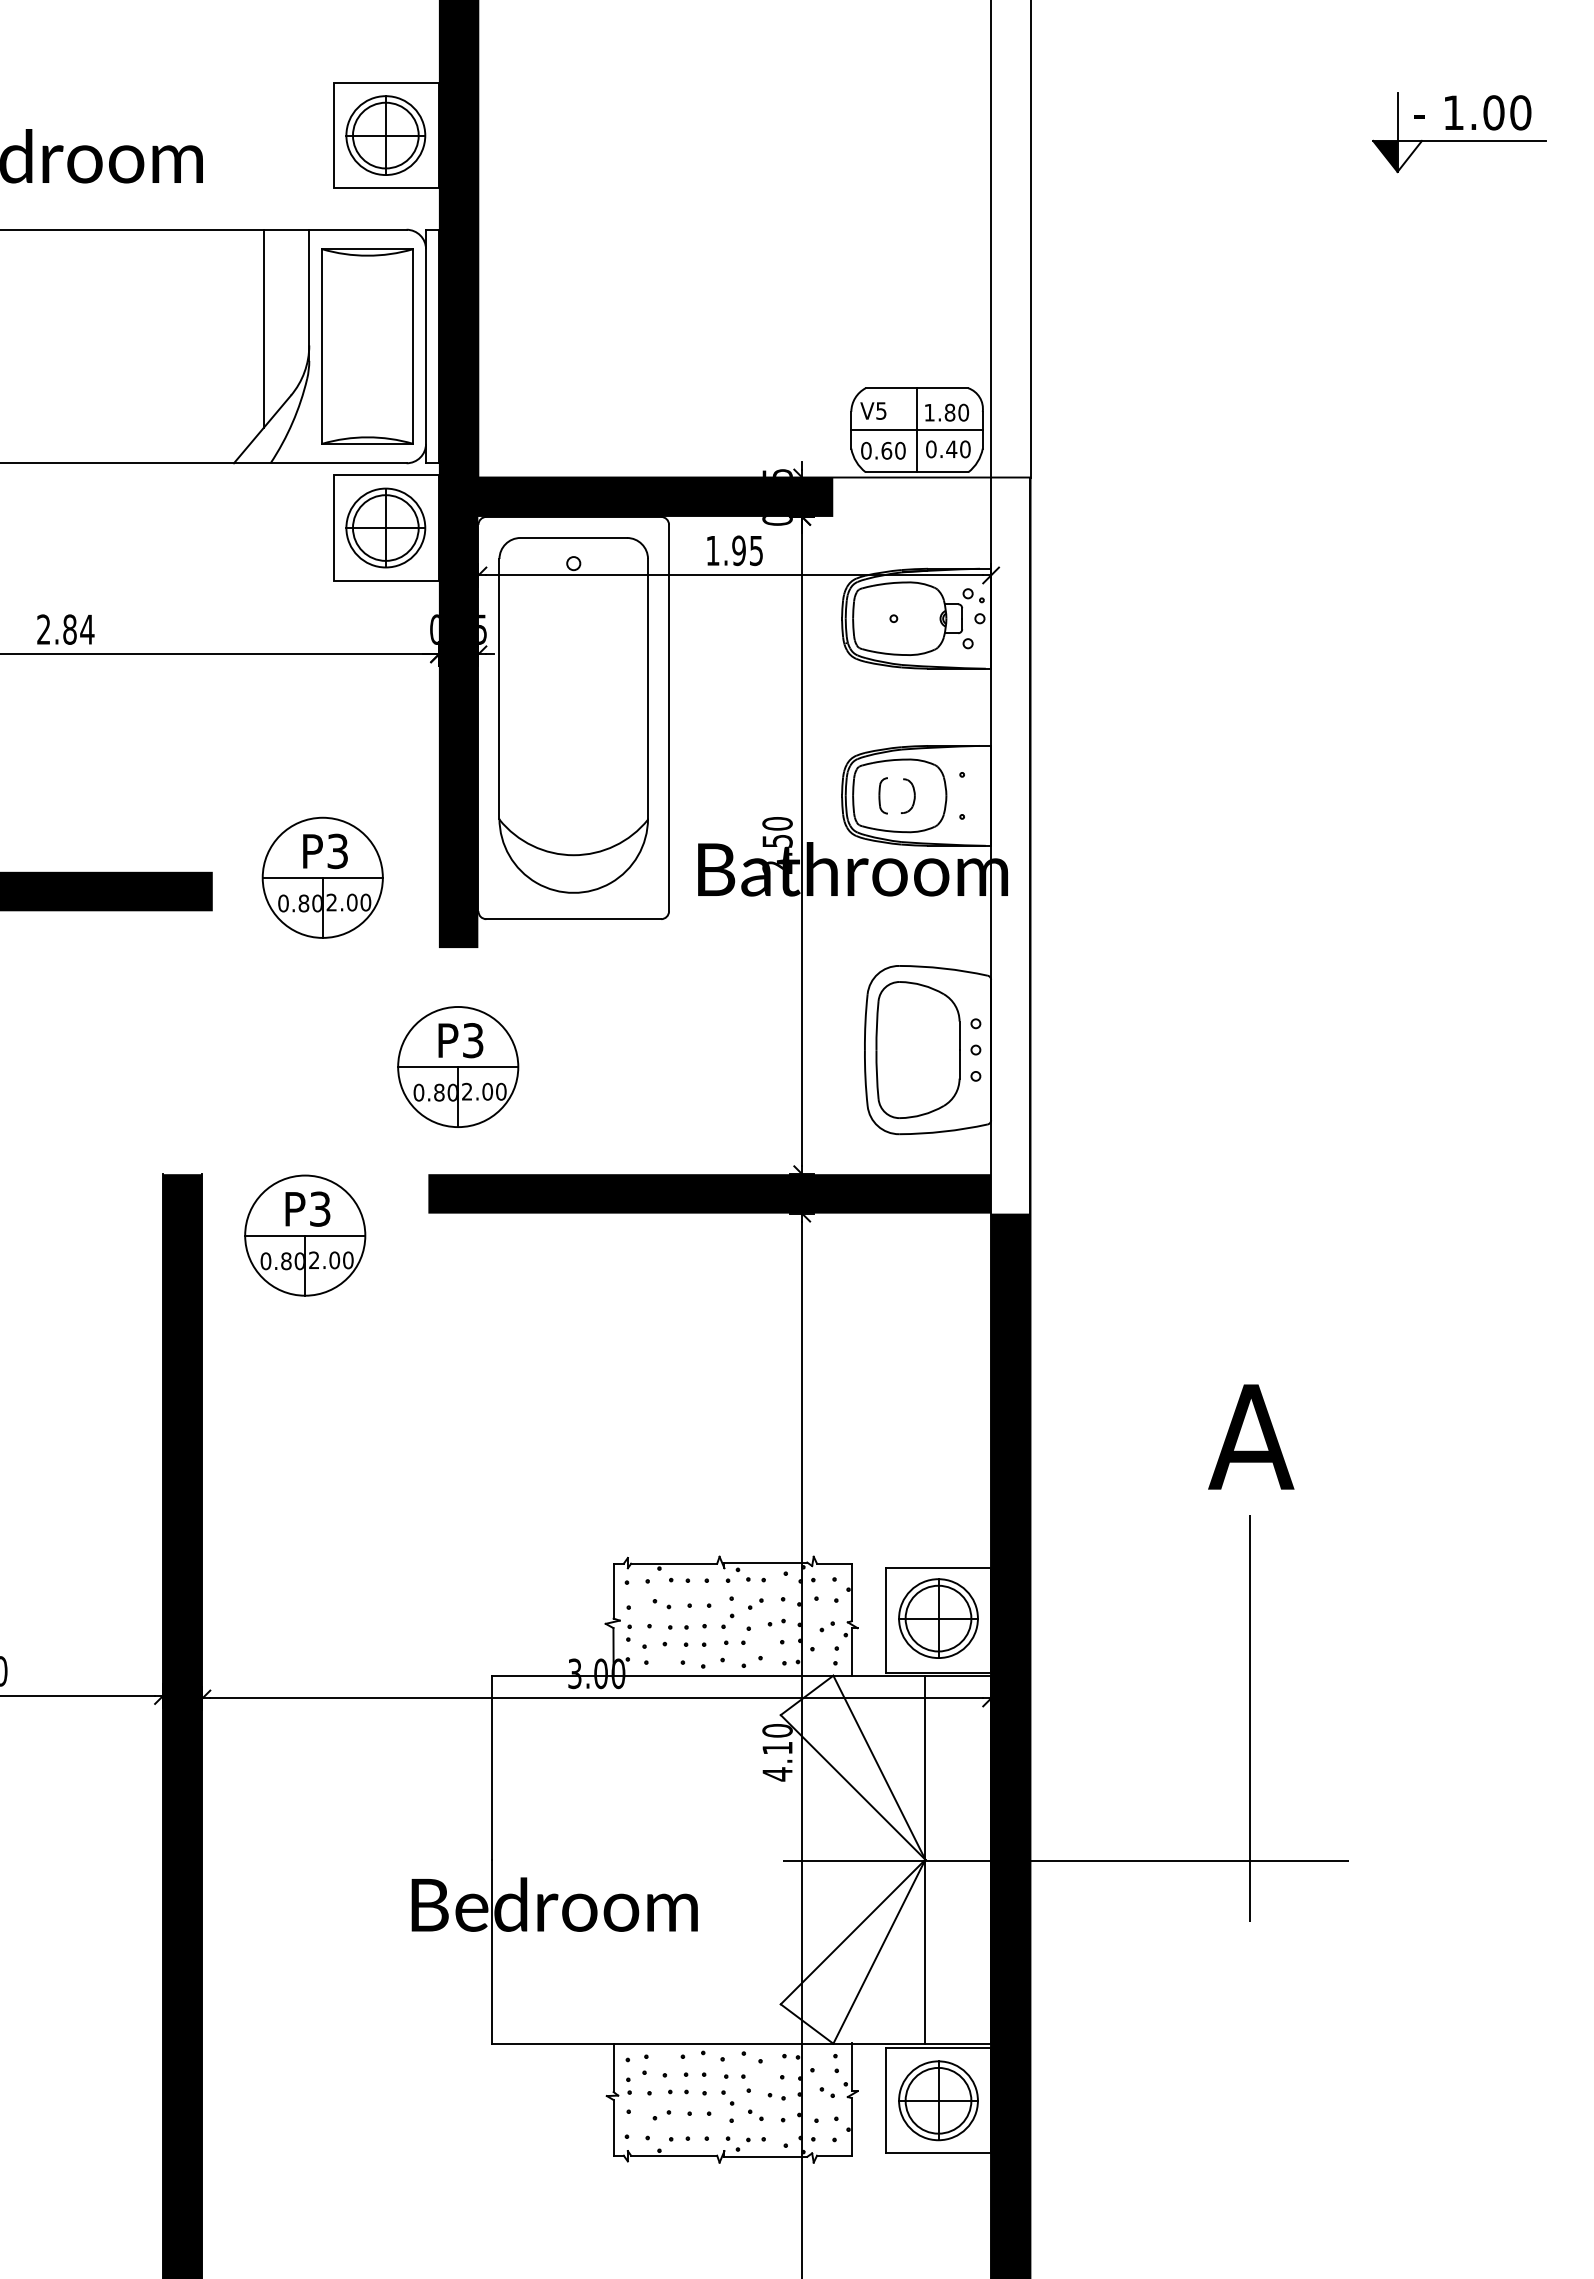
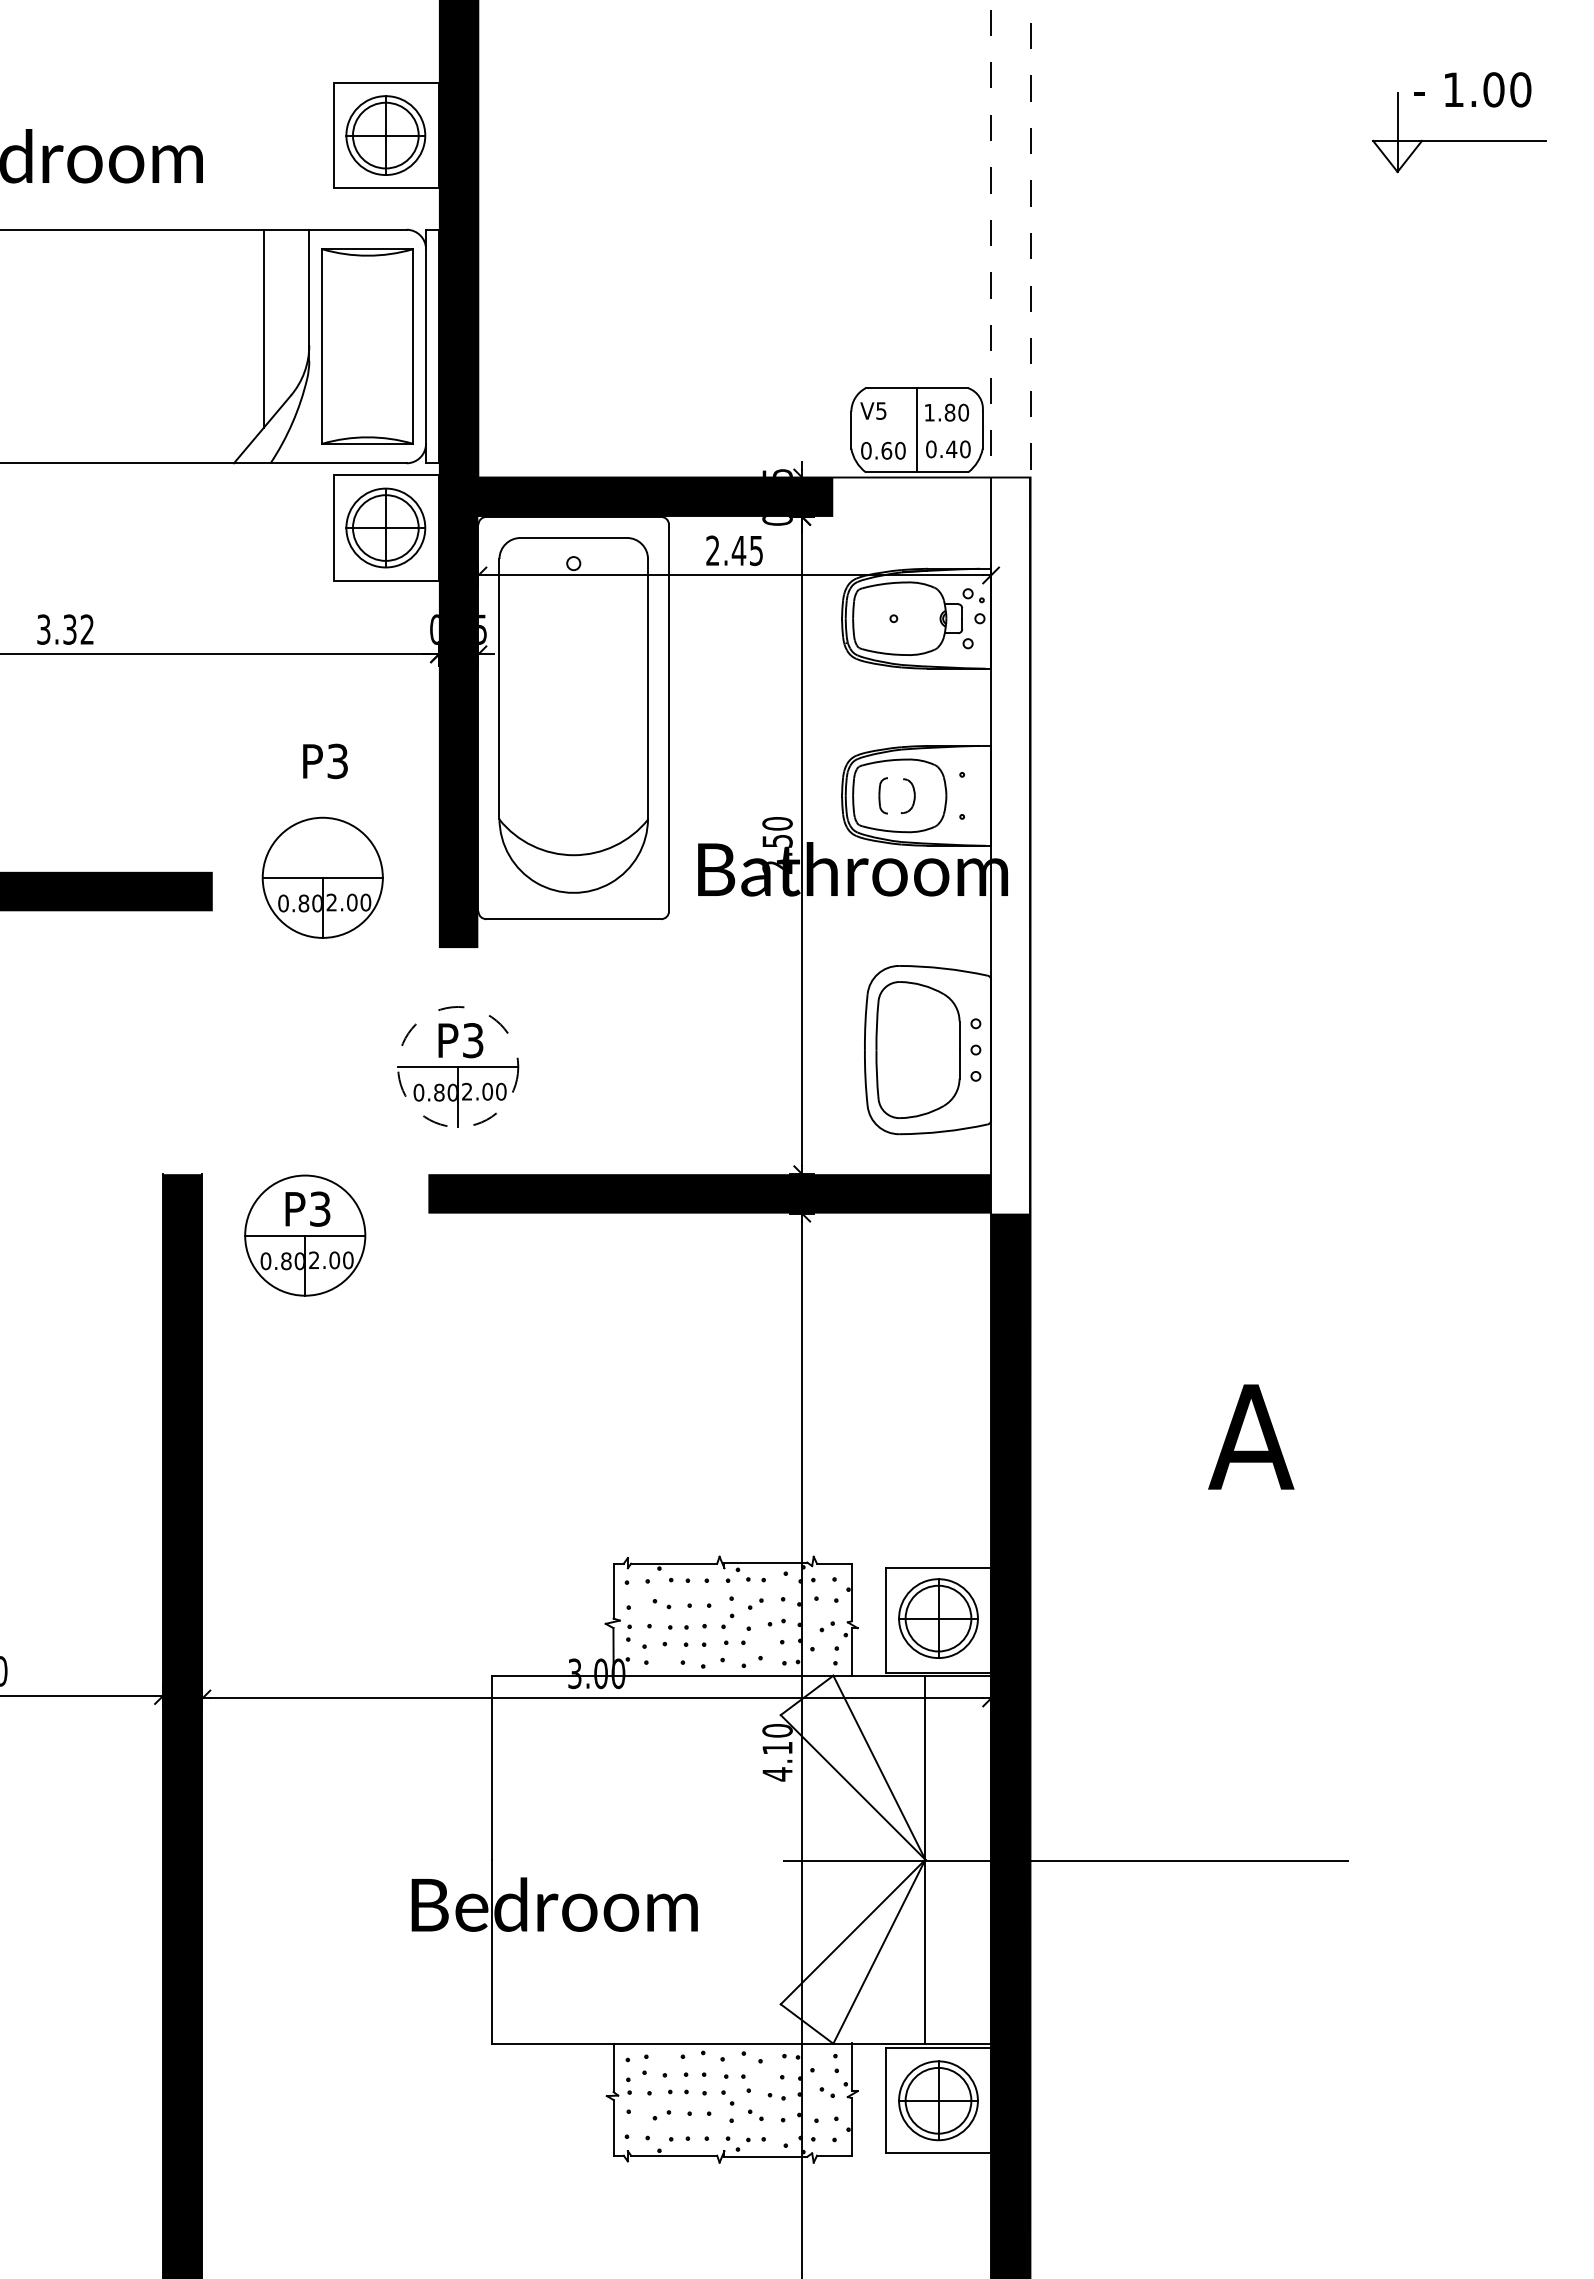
text at (1472, 112) position: (1472, 112) -> (1472, 89)
fill at (1385, 155): present -> none
line at (991, 239): solid -> dashed
line at (1030, 239): solid -> dashed
line at (916, 430): present -> none
text at (726, 550): 1.95 -> 2.45
text at (65, 629): 2.84 -> 3.32
text at (325, 851) position: (325, 851) -> (325, 761)
circle at (458, 1066): solid -> dashed
line at (1249, 1718): present -> none
